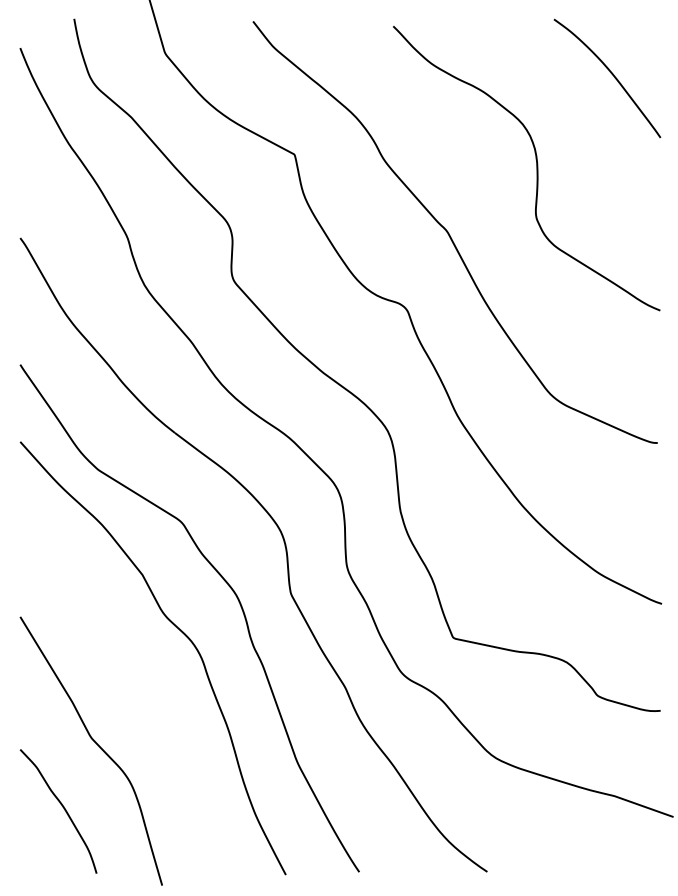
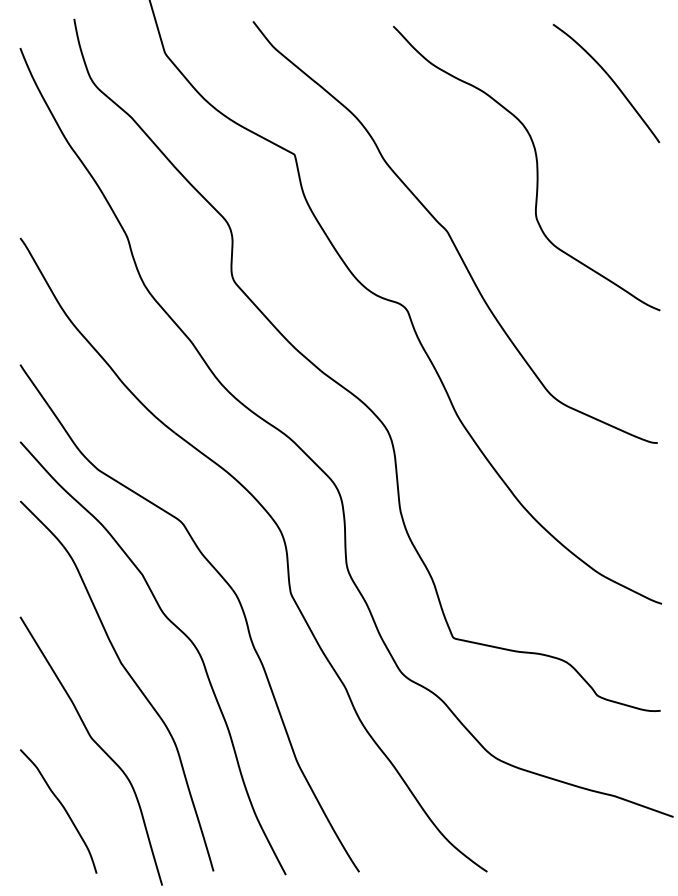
curve at (610, 73) position: (610, 73) -> (609, 78)
curve at (128, 675): none -> present
